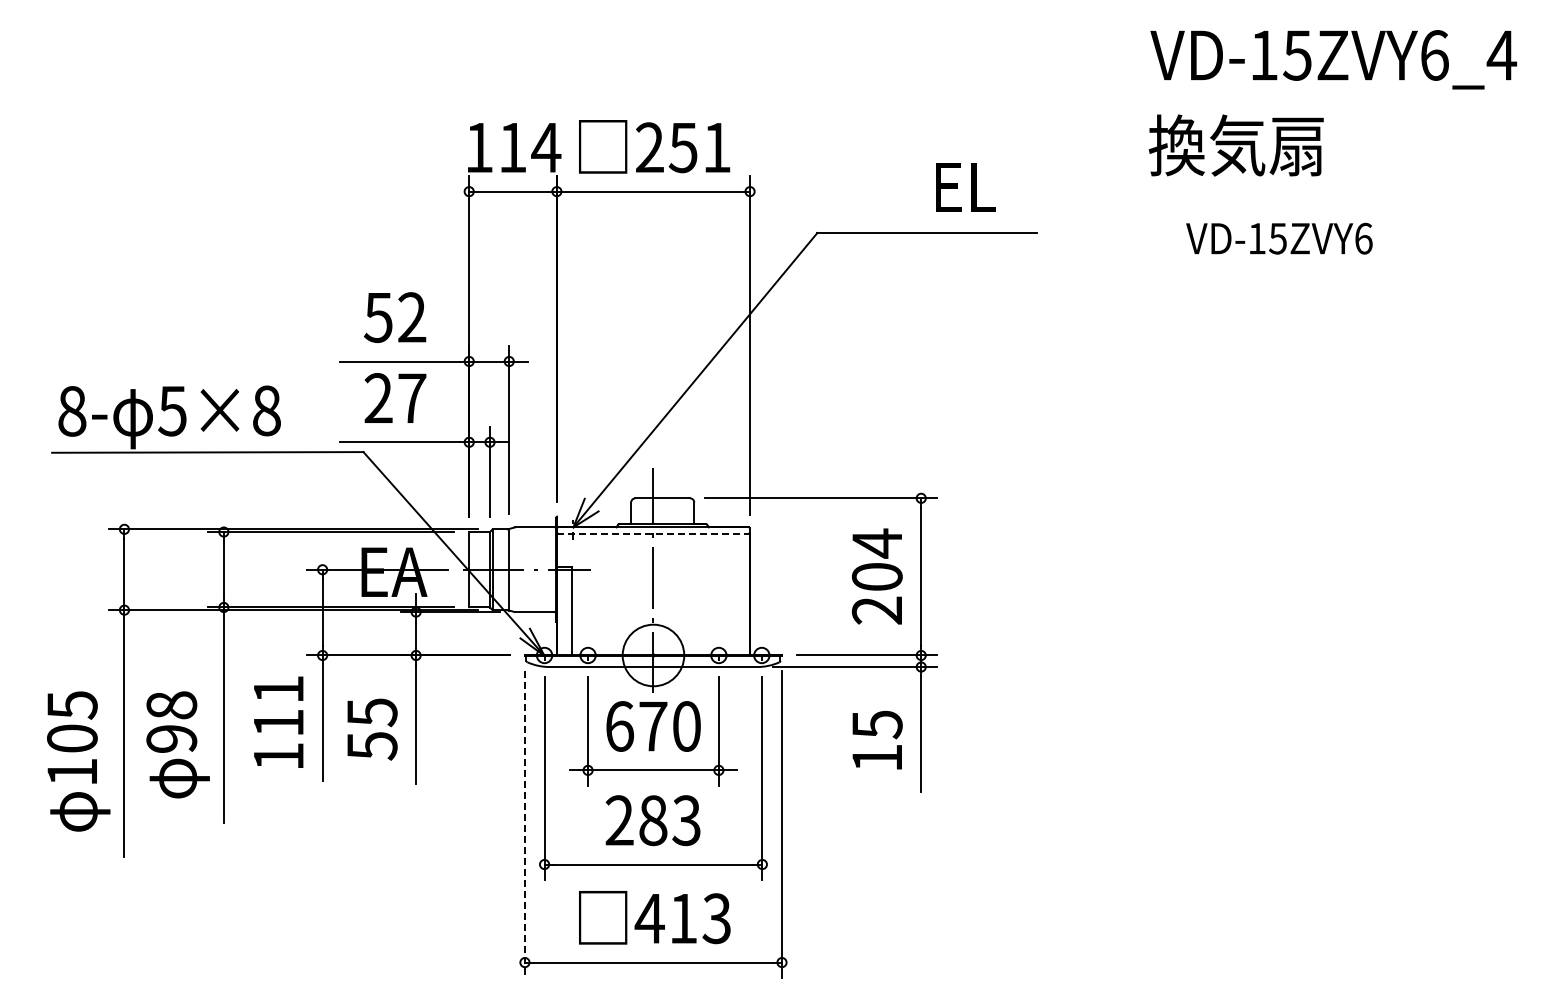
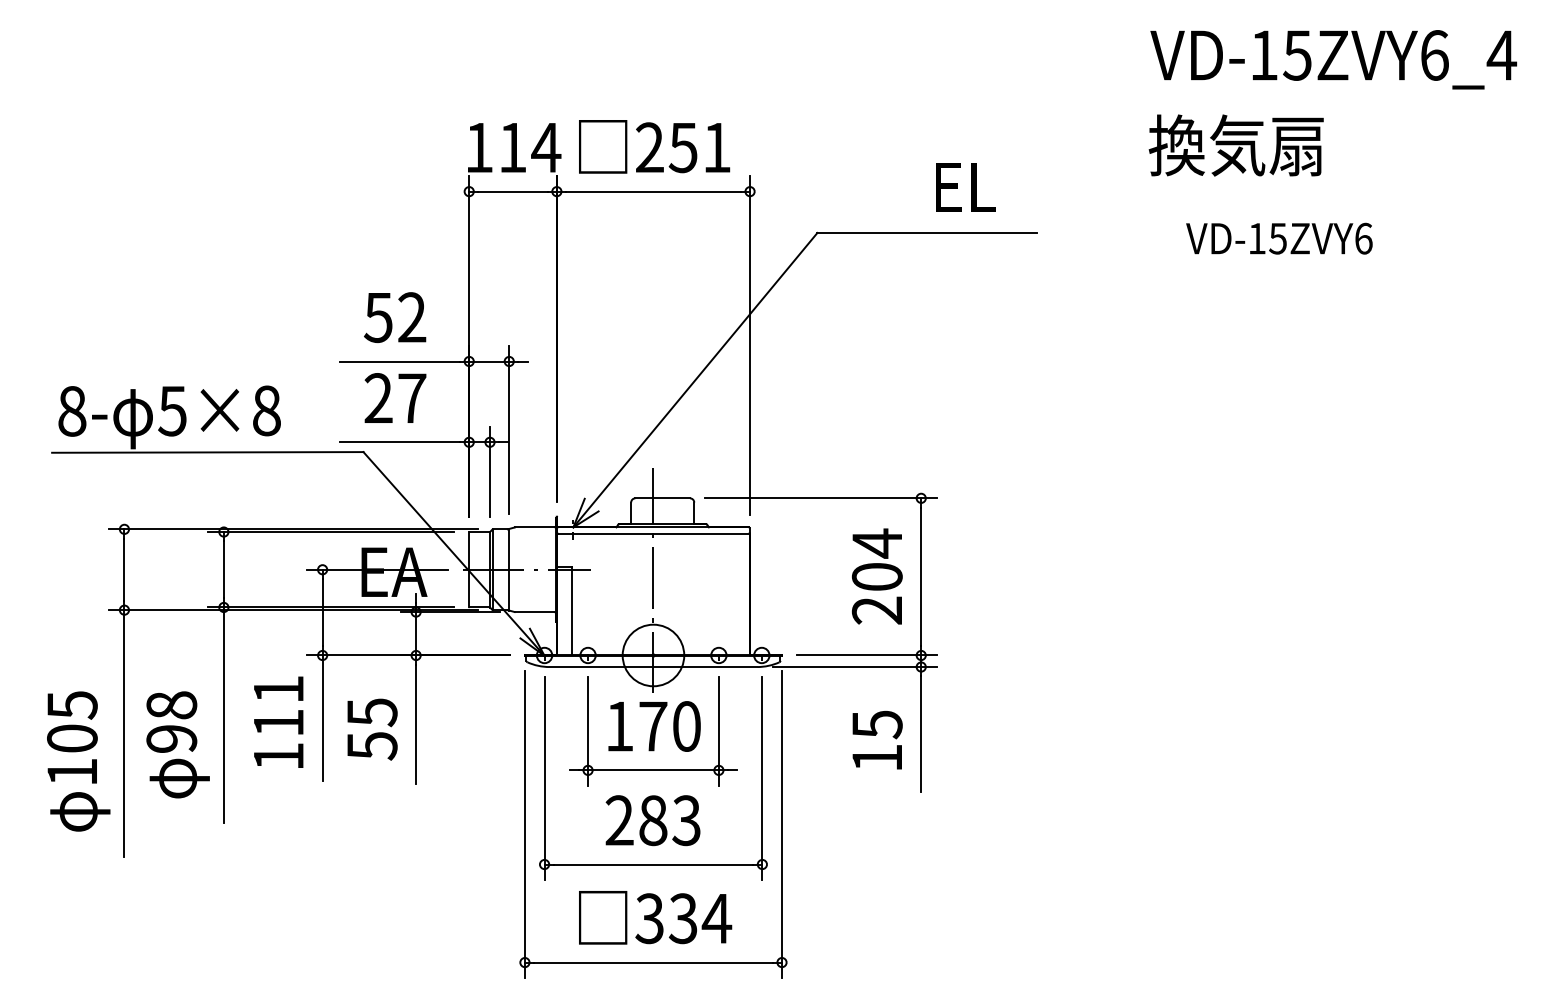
line at (653, 533): dashed -> solid
text at (619, 726): 670 -> 170
line at (524, 825): dashed -> solid
text at (683, 918): 413 -> 334
